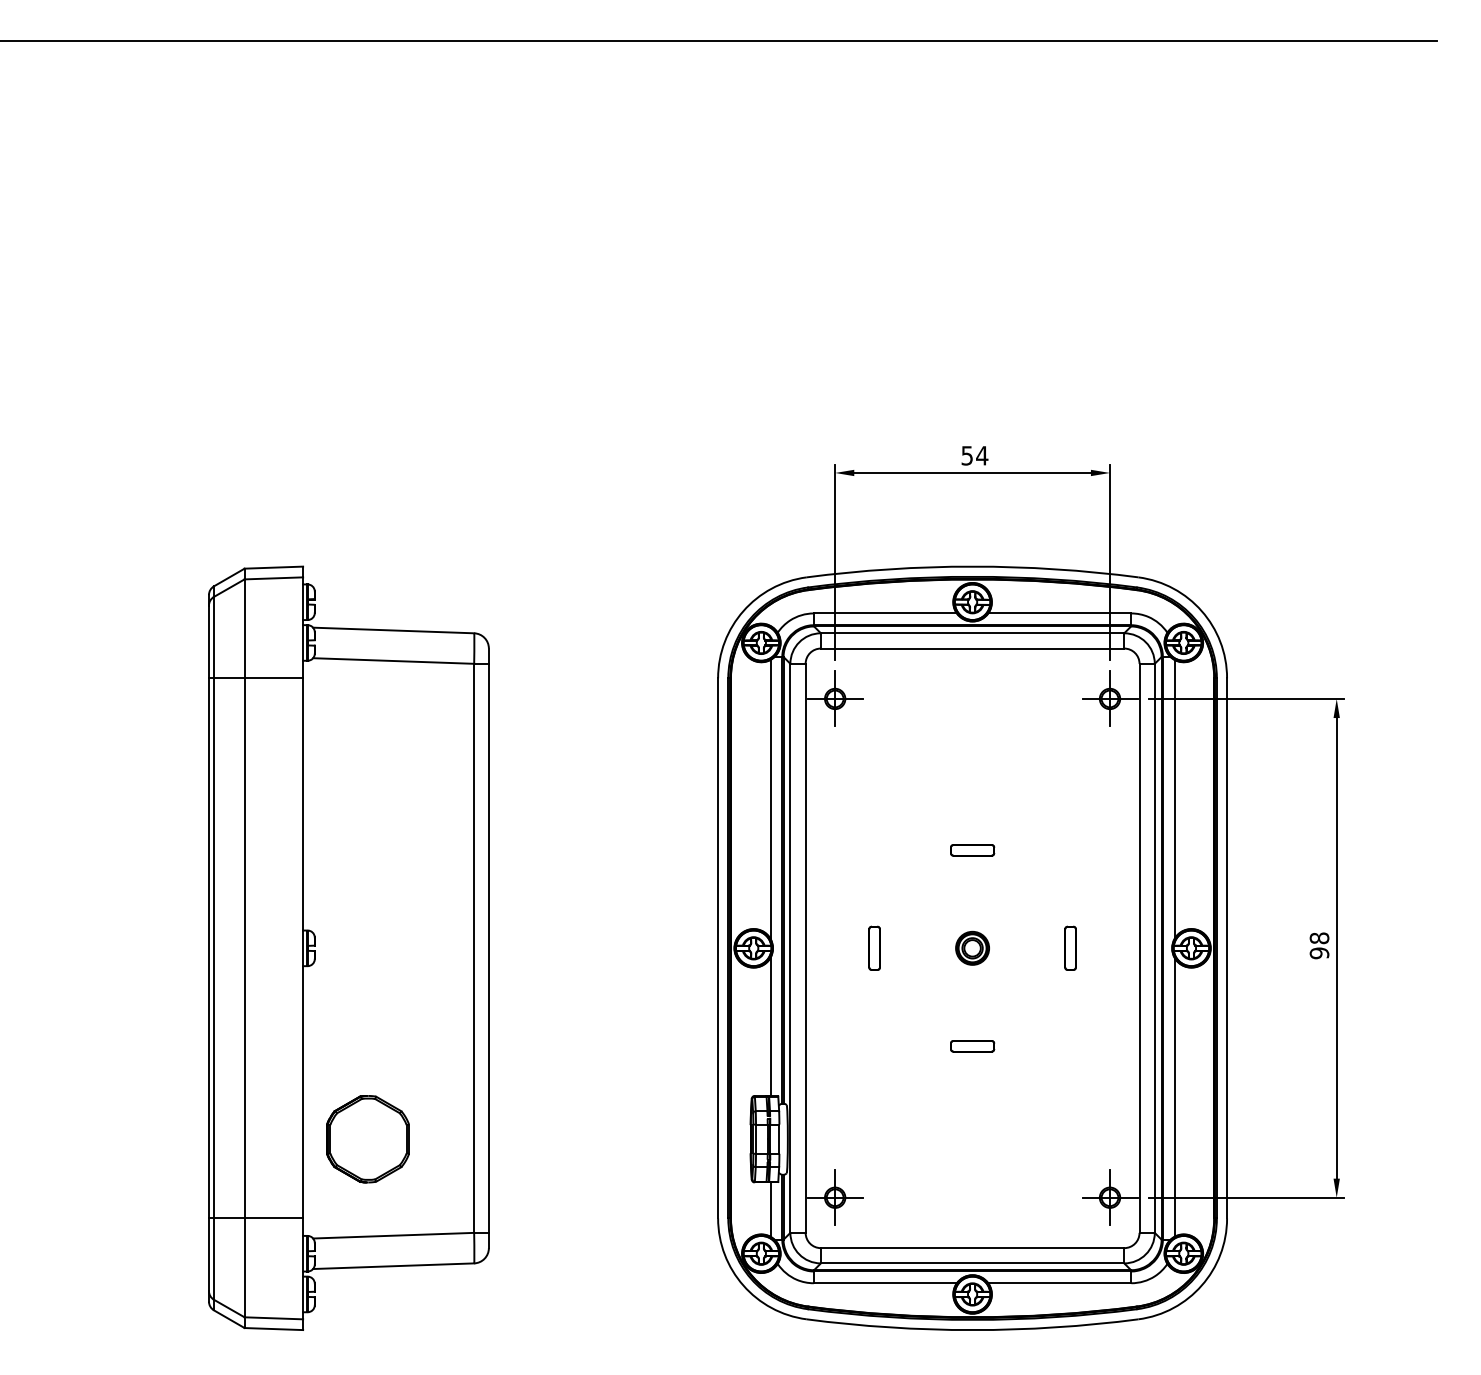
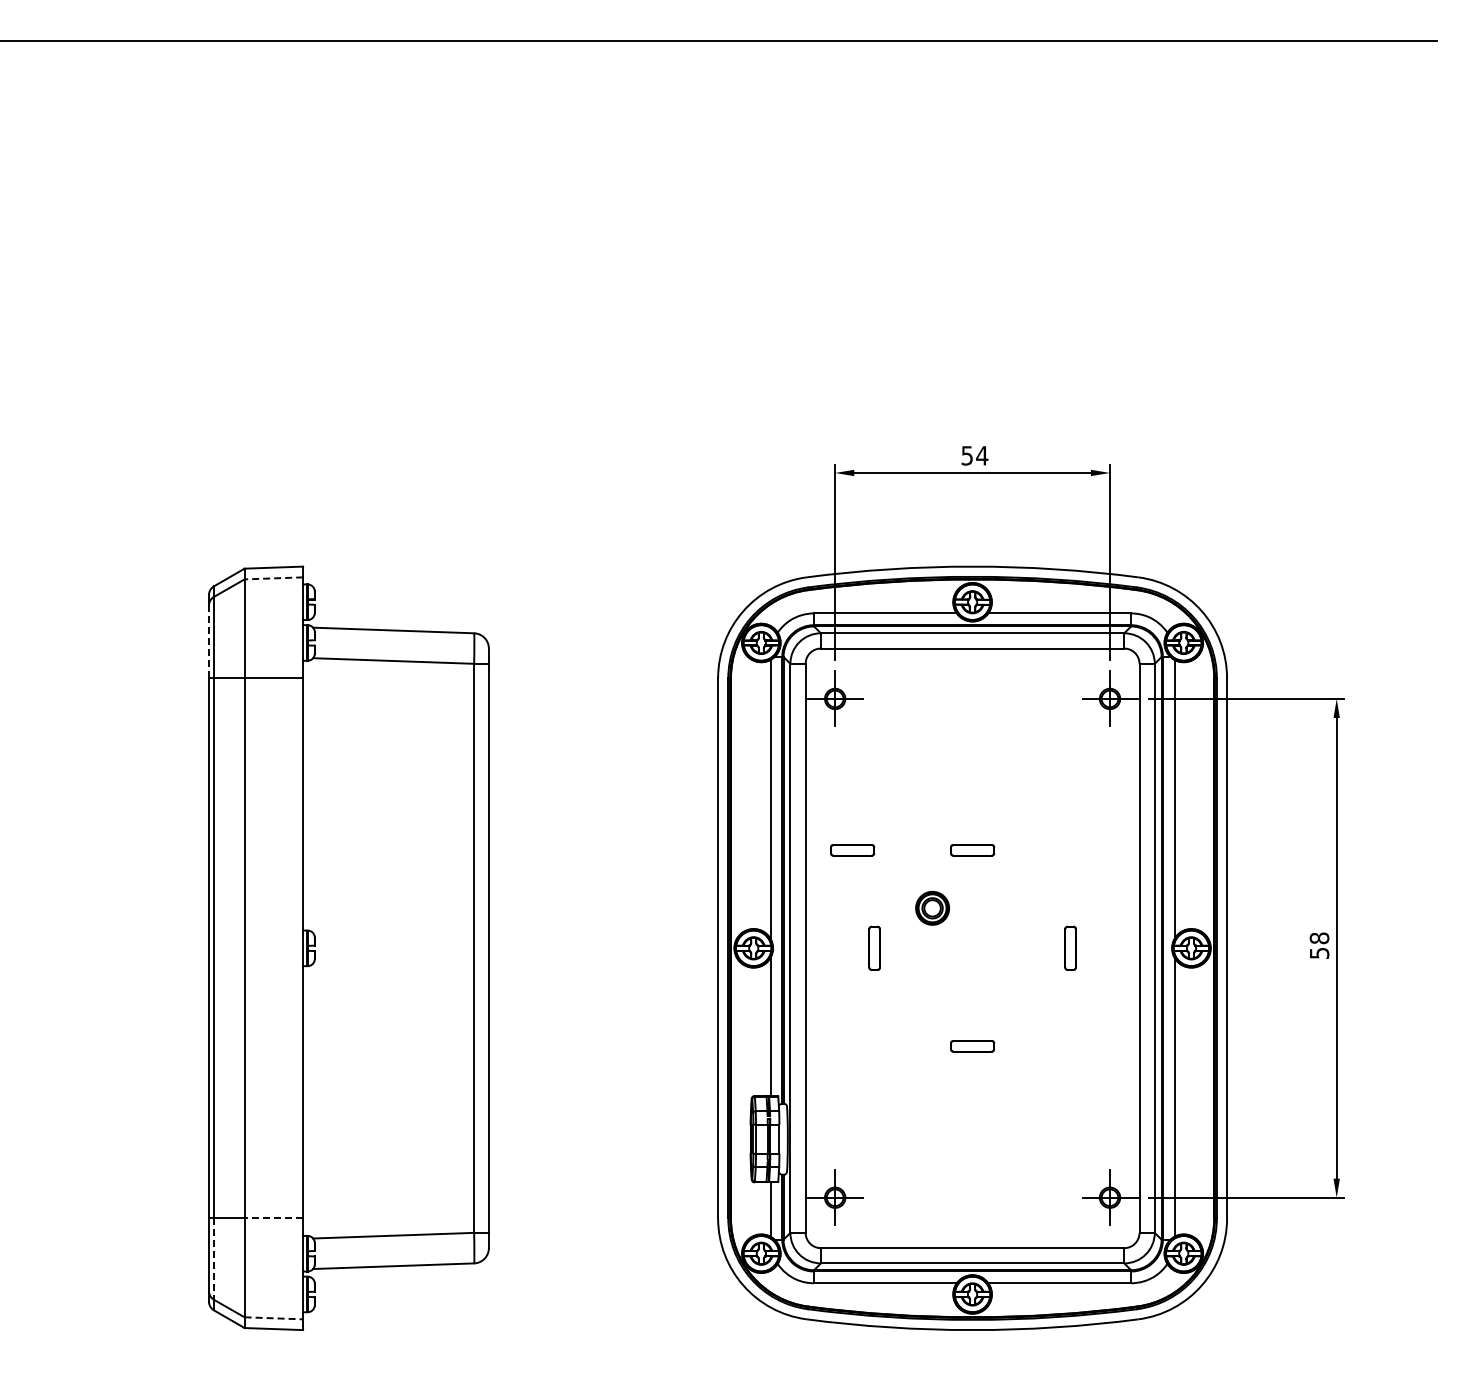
line at (273, 578): solid -> dashed
line at (208, 641): solid -> dashed
part at (852, 850): none -> present
part at (972, 947) position: (972, 947) -> (932, 907)
text at (1319, 953): 98 -> 58
part at (367, 1139): present -> none
line at (273, 1218): solid -> dashed
line at (214, 1259): solid -> dashed
line at (274, 1318): solid -> dashed
